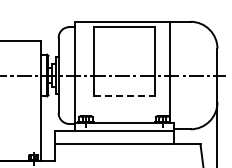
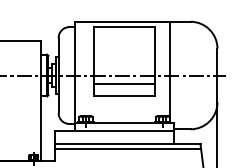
line at (124, 83): none -> present
line at (124, 96): dashed -> solid
line at (127, 148): none -> present
